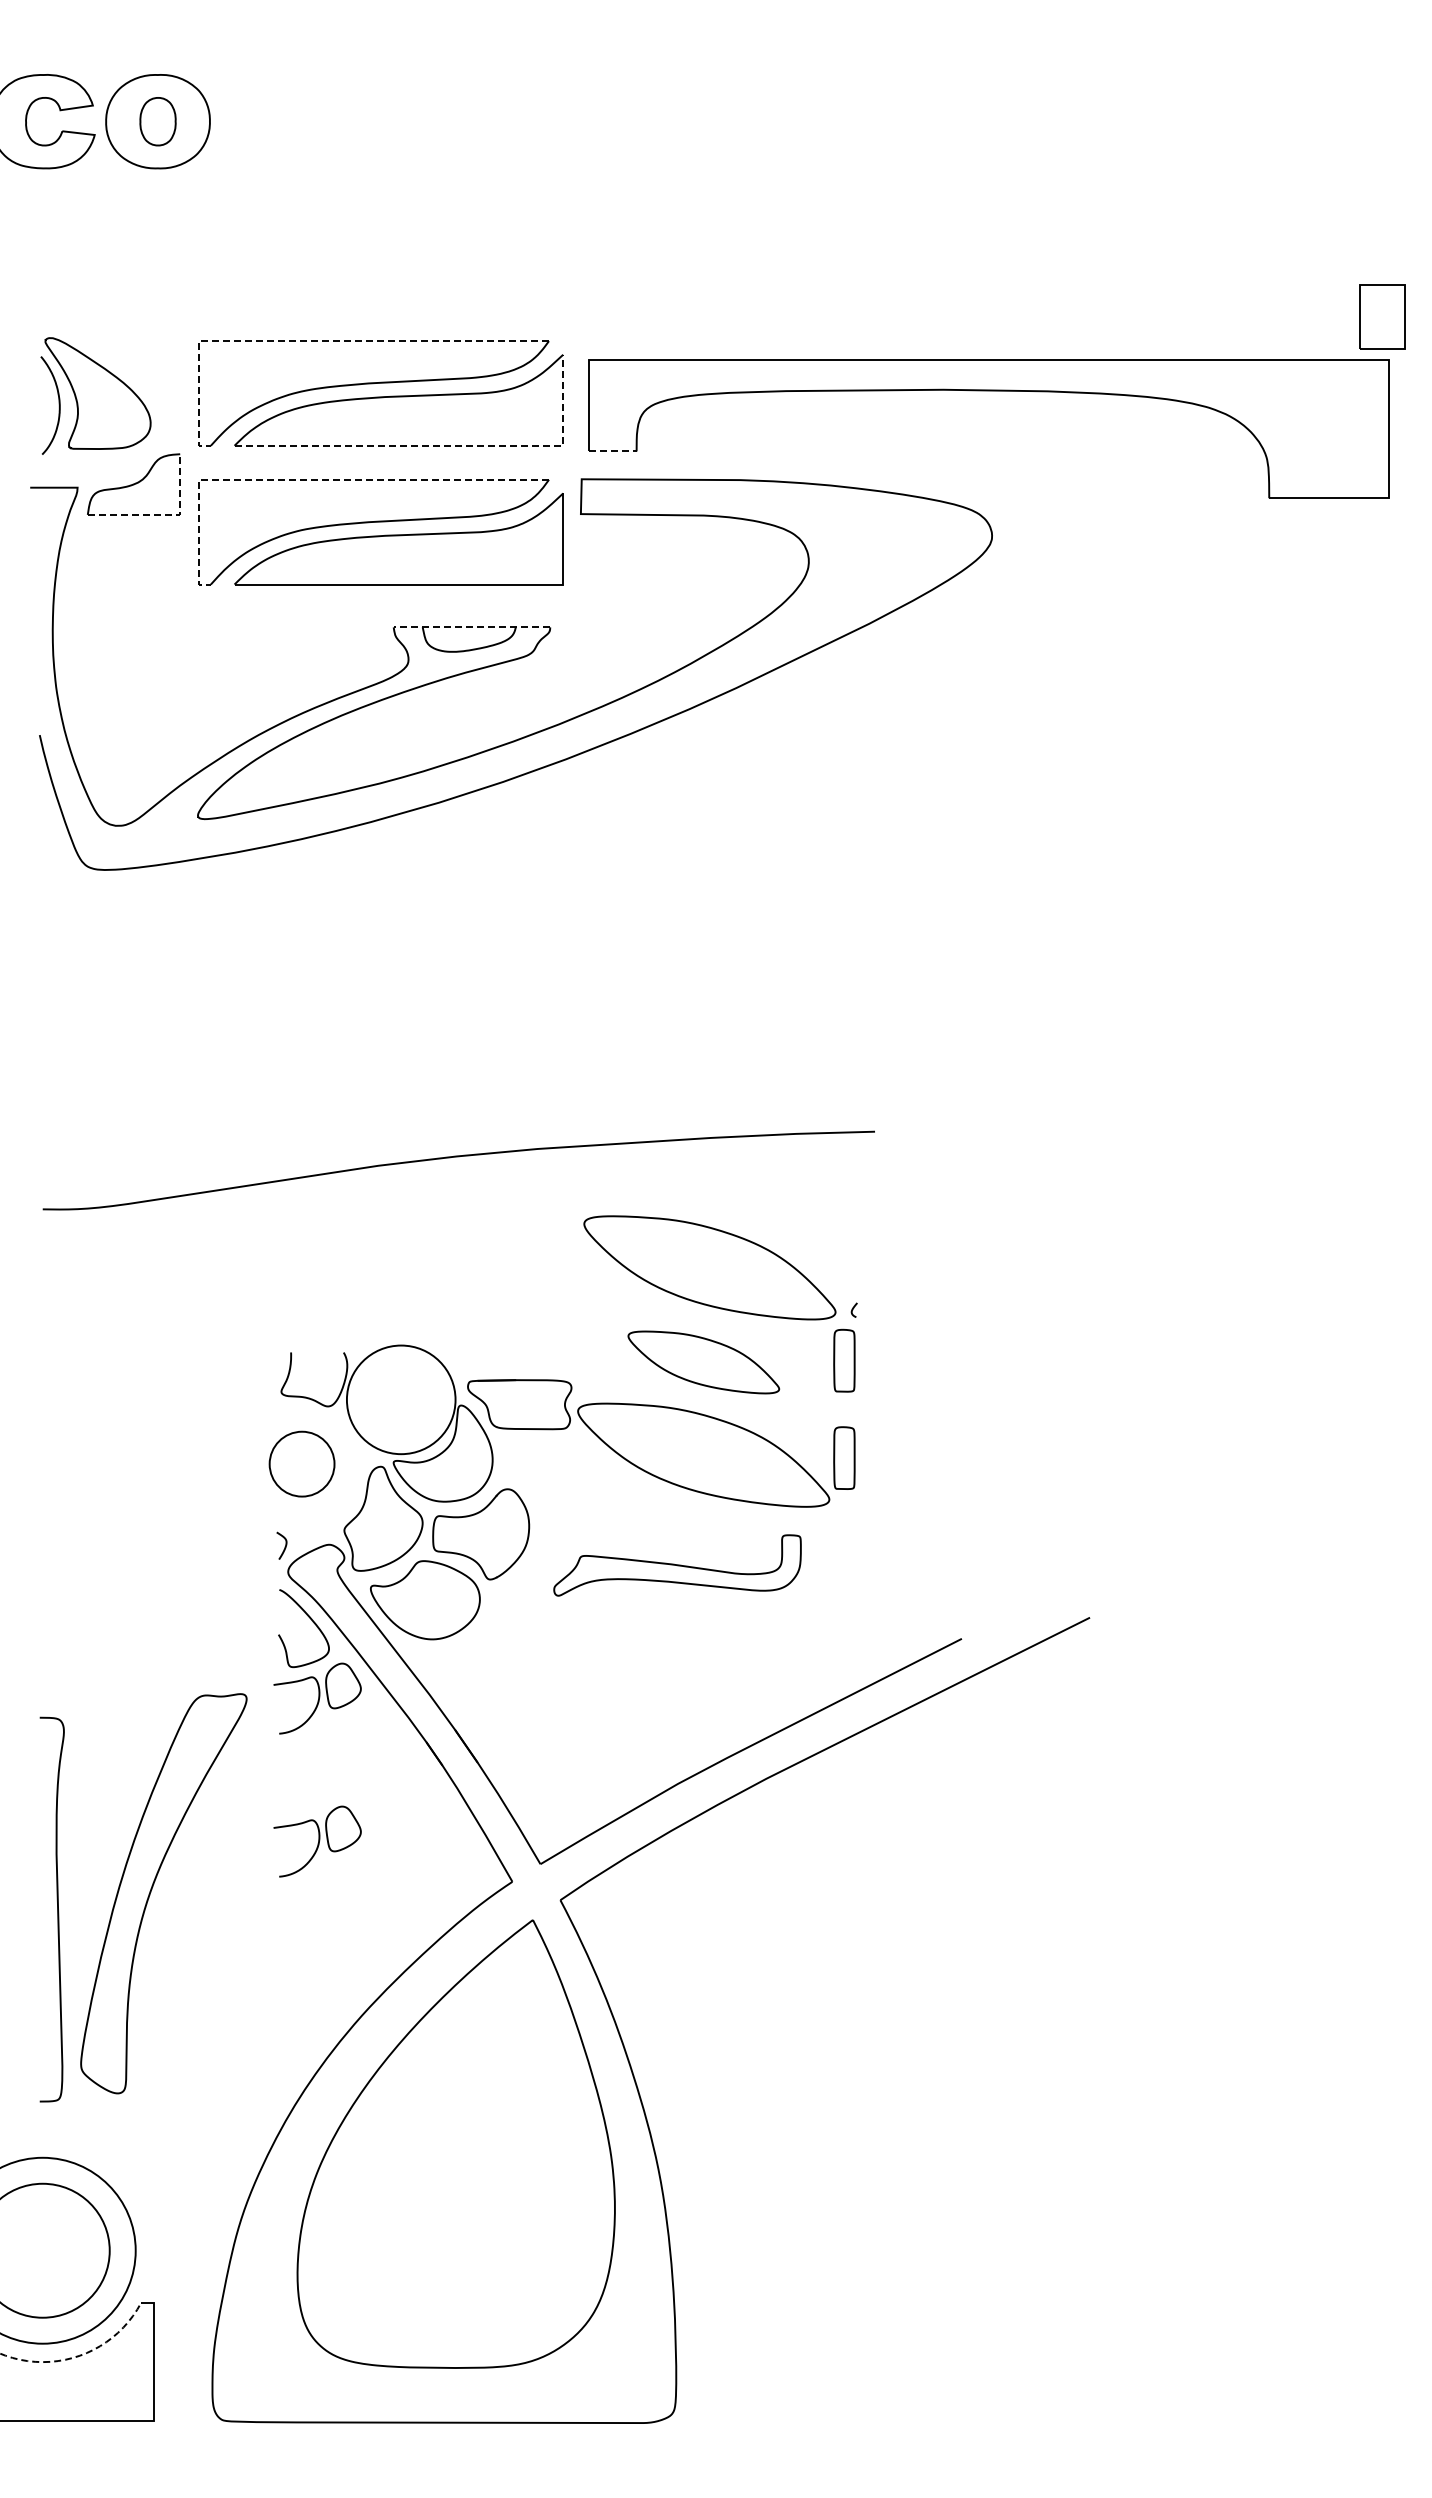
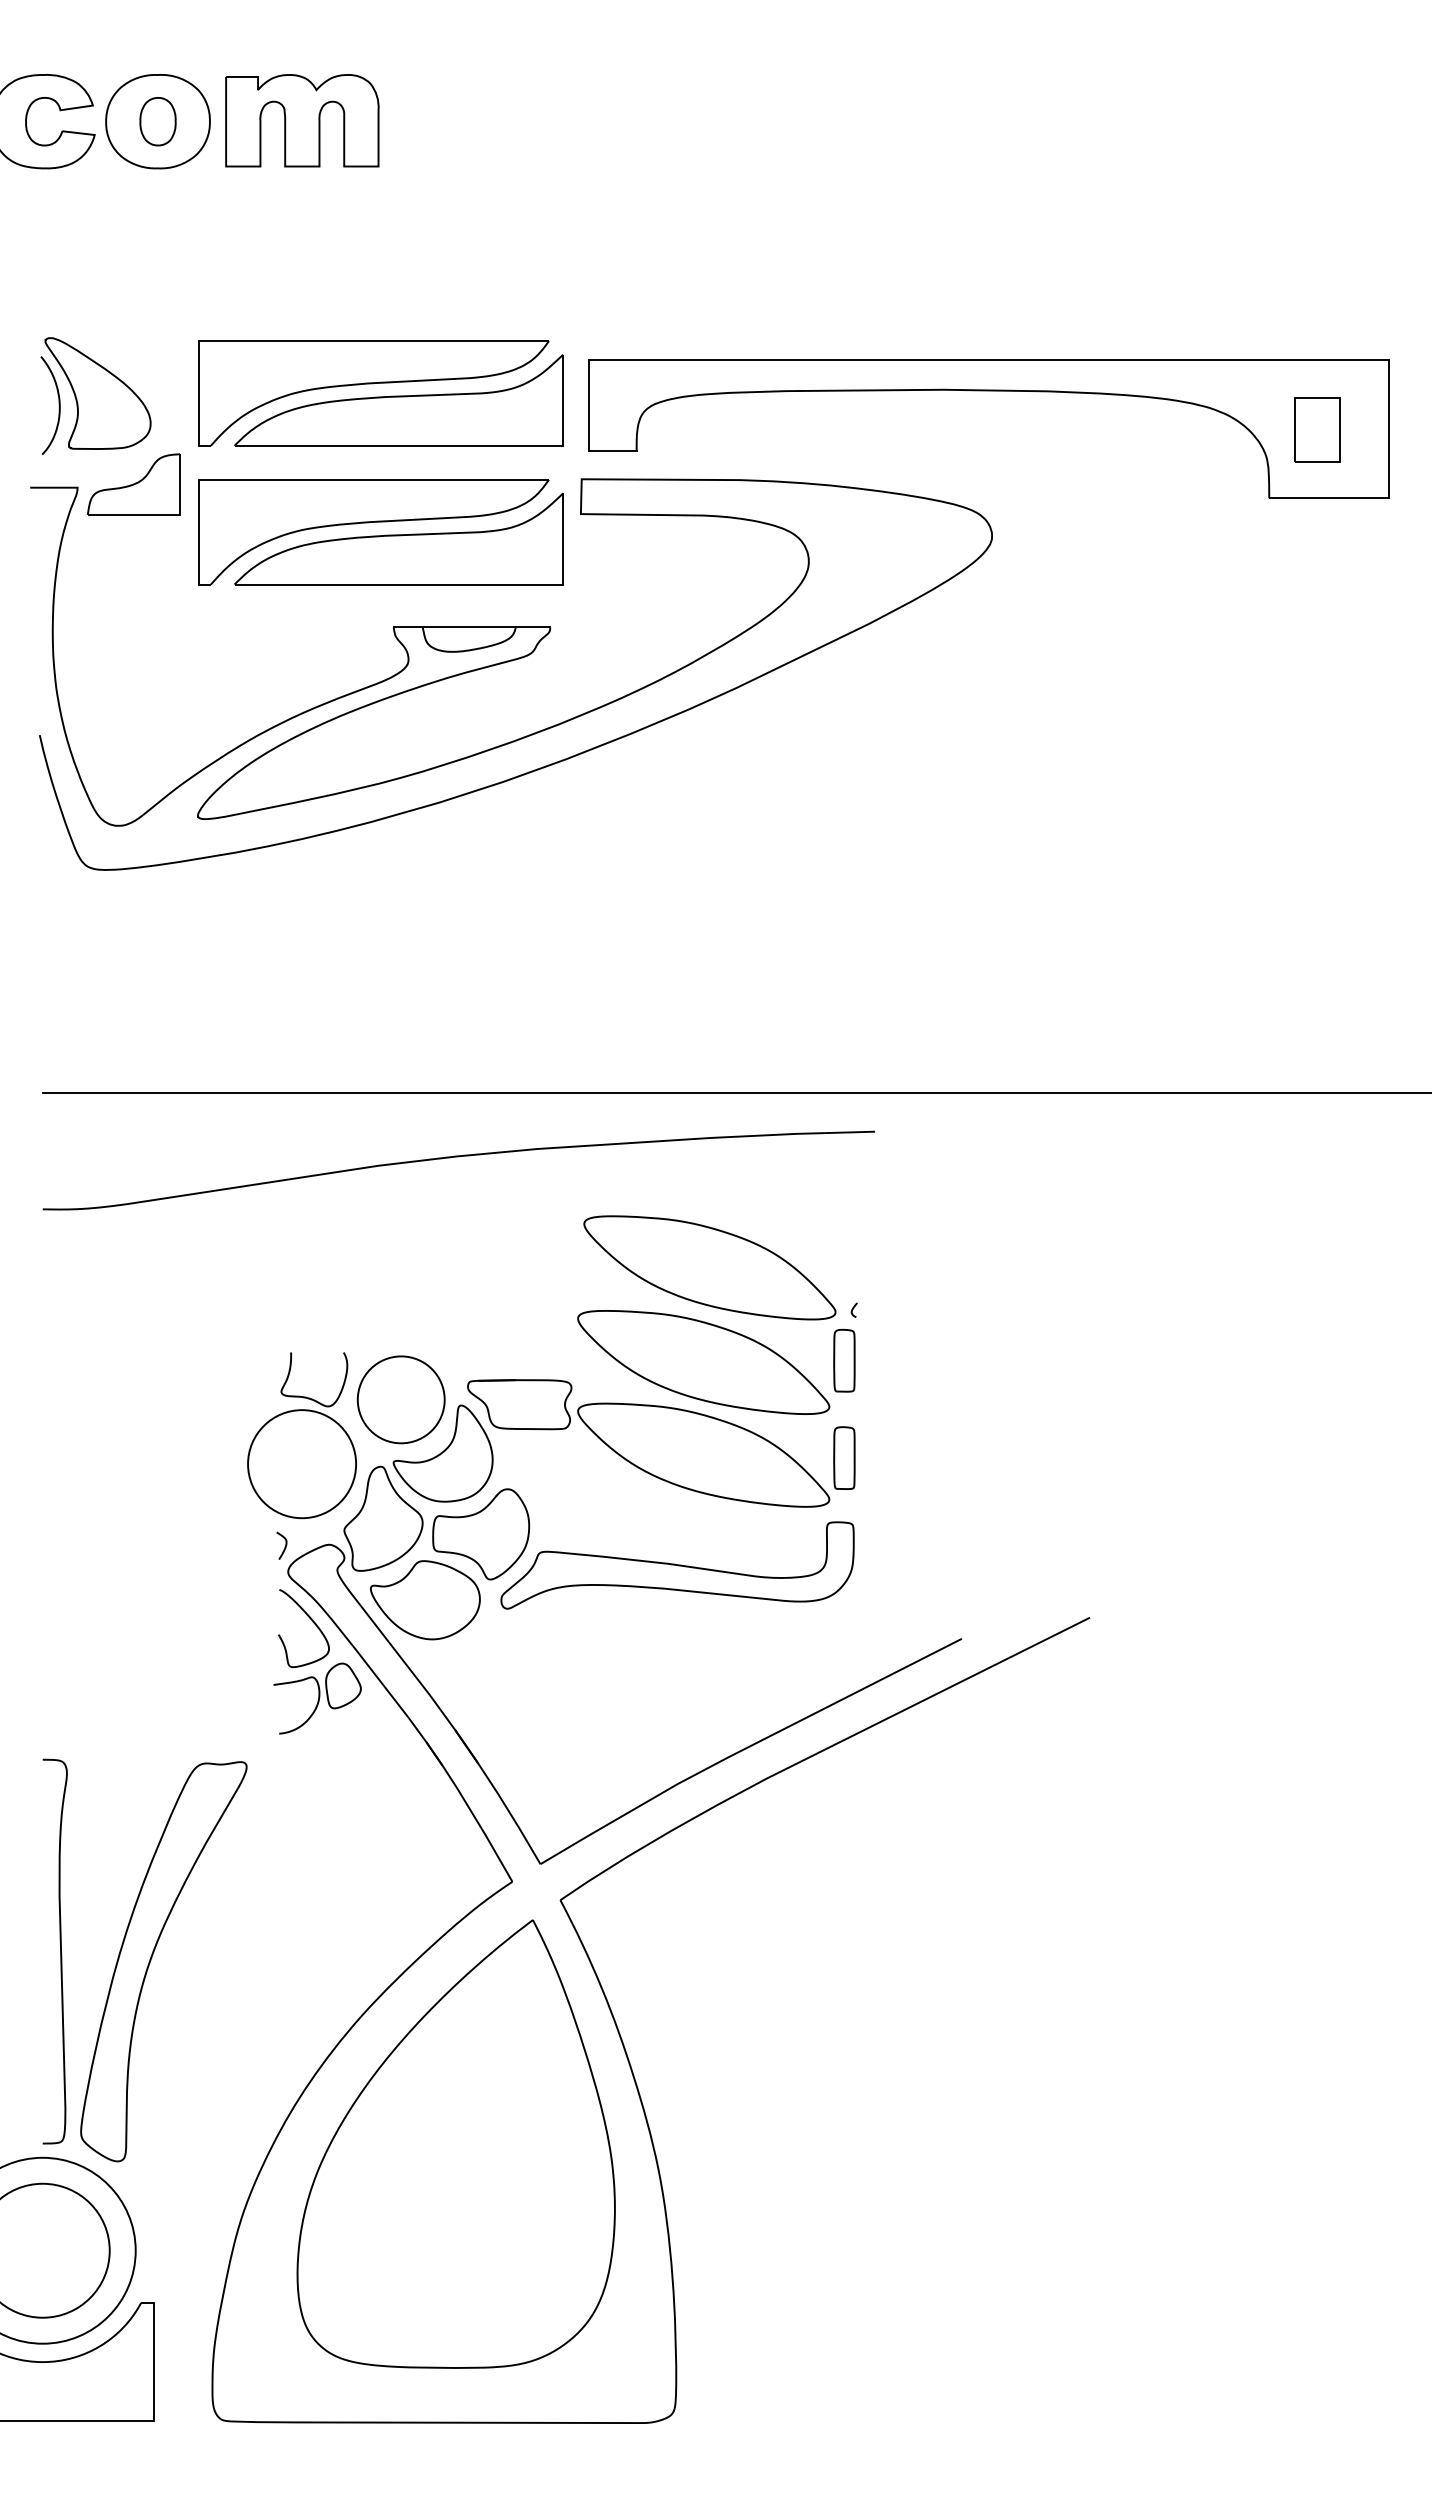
part at (302, 120): none -> present
part at (1382, 316) position: (1382, 316) -> (1317, 429)
line at (314, 341): dashed -> solid
line at (445, 445): dashed -> solid
line at (612, 451): dashed -> solid
line at (314, 479): dashed -> solid
line at (165, 514): dashed -> solid
line at (471, 627): dashed -> solid
line at (735, 1092): none -> present
part at (703, 1362) size: 154x65 px -> 254x105 px
circle at (400, 1399) diameter: 109 px -> 87 px
circle at (301, 1463) diameter: 65 px -> 108 px
part at (677, 1565) size: 249x63 px -> 355x89 px
part at (317, 1841): present -> none
part at (152, 1889) position: (152, 1889) -> (152, 1957)
curve at (57, 1909) position: (57, 1909) -> (60, 1951)
arc at (80, 2355): dashed -> solid
